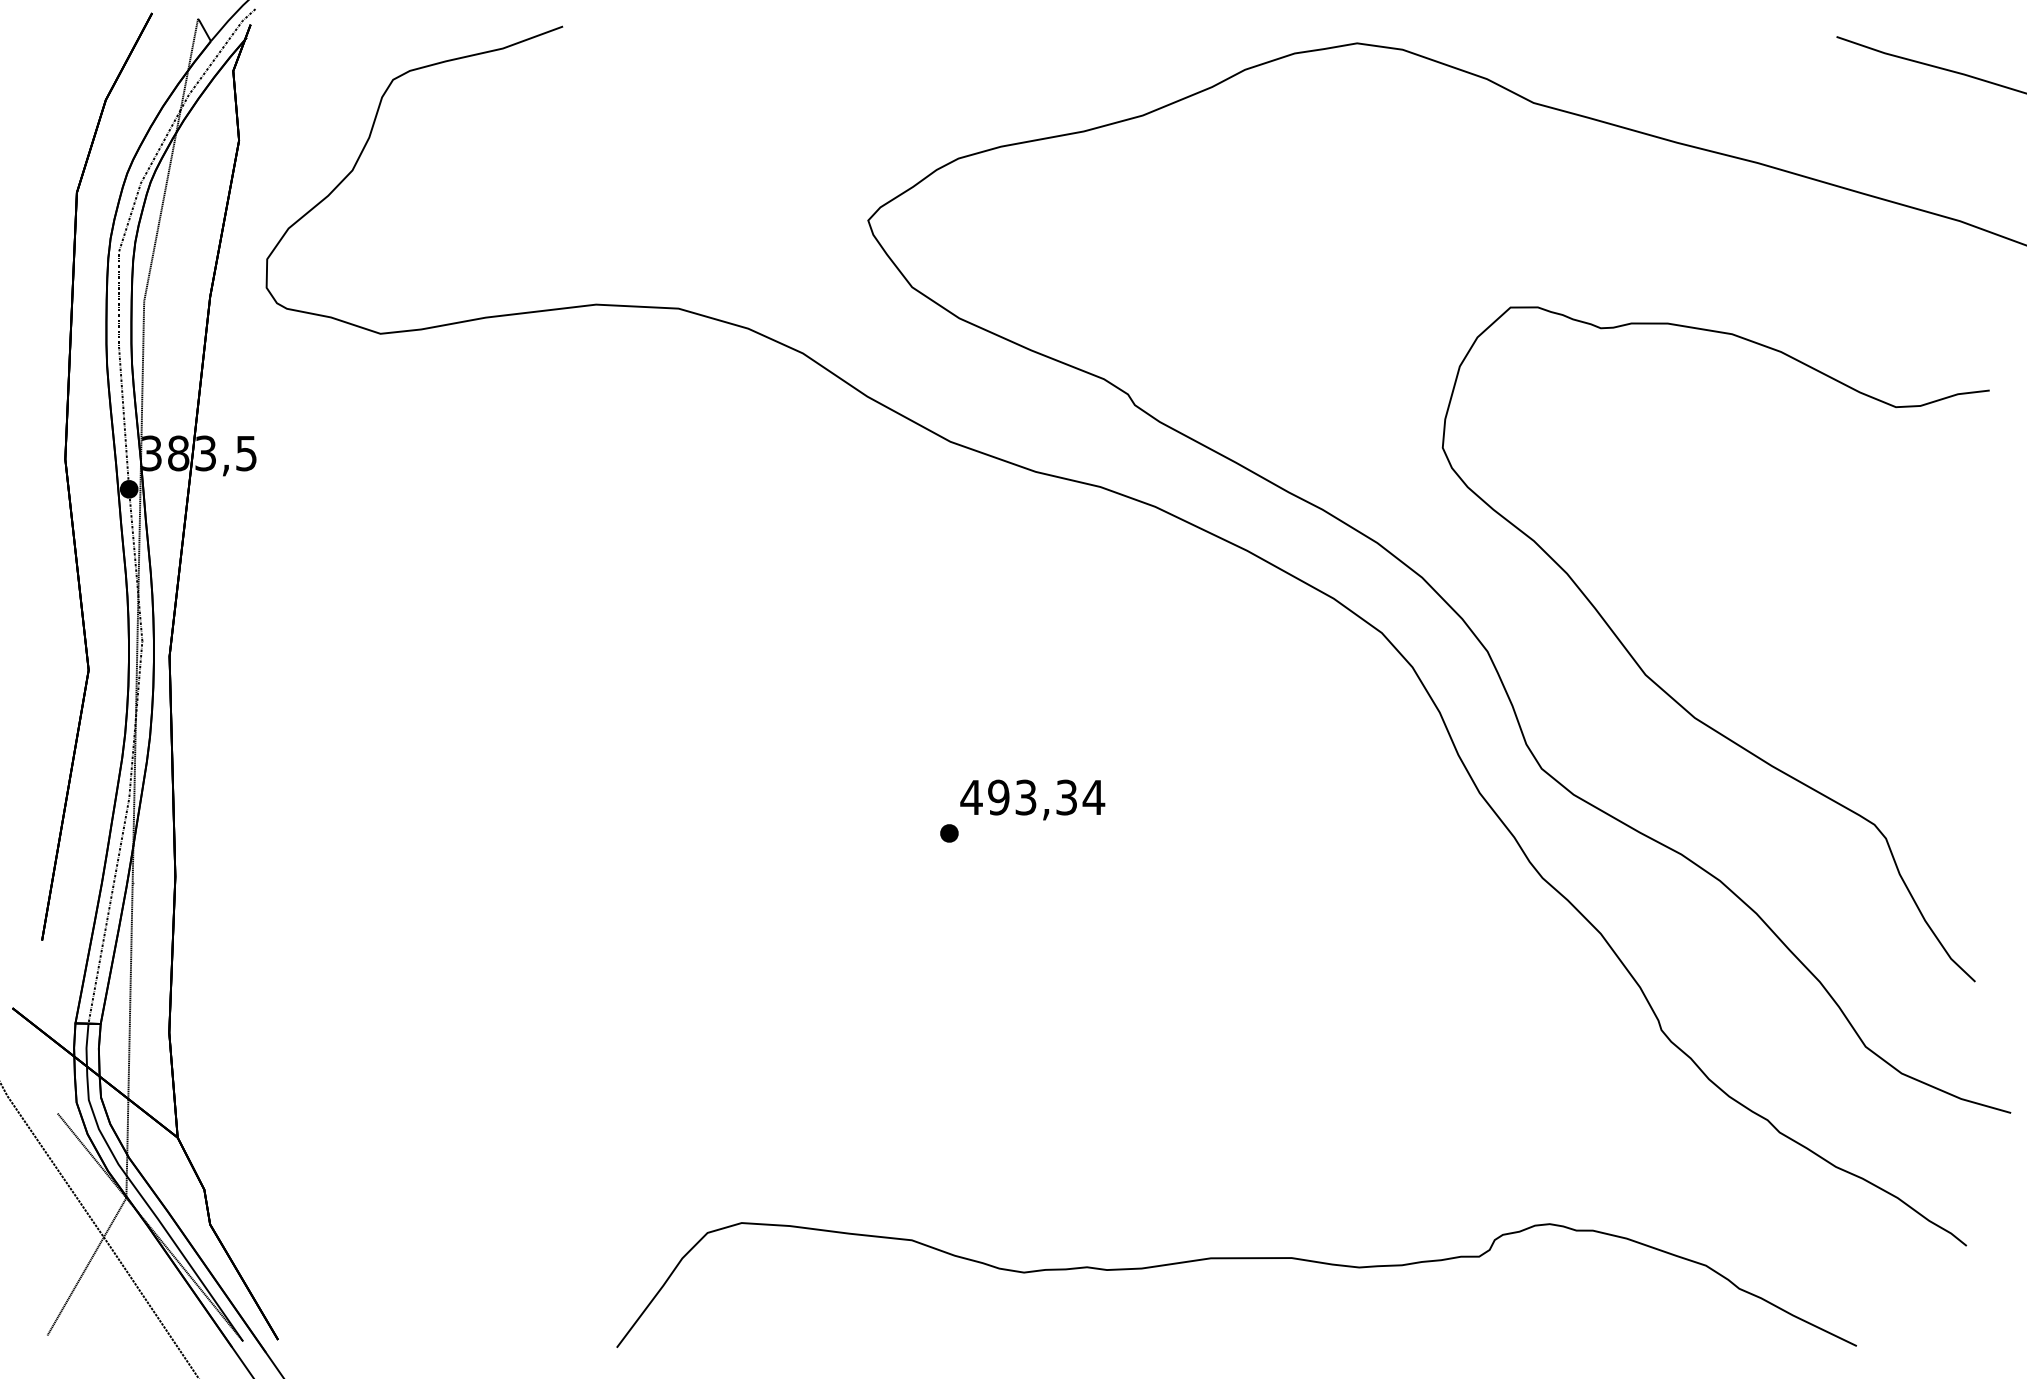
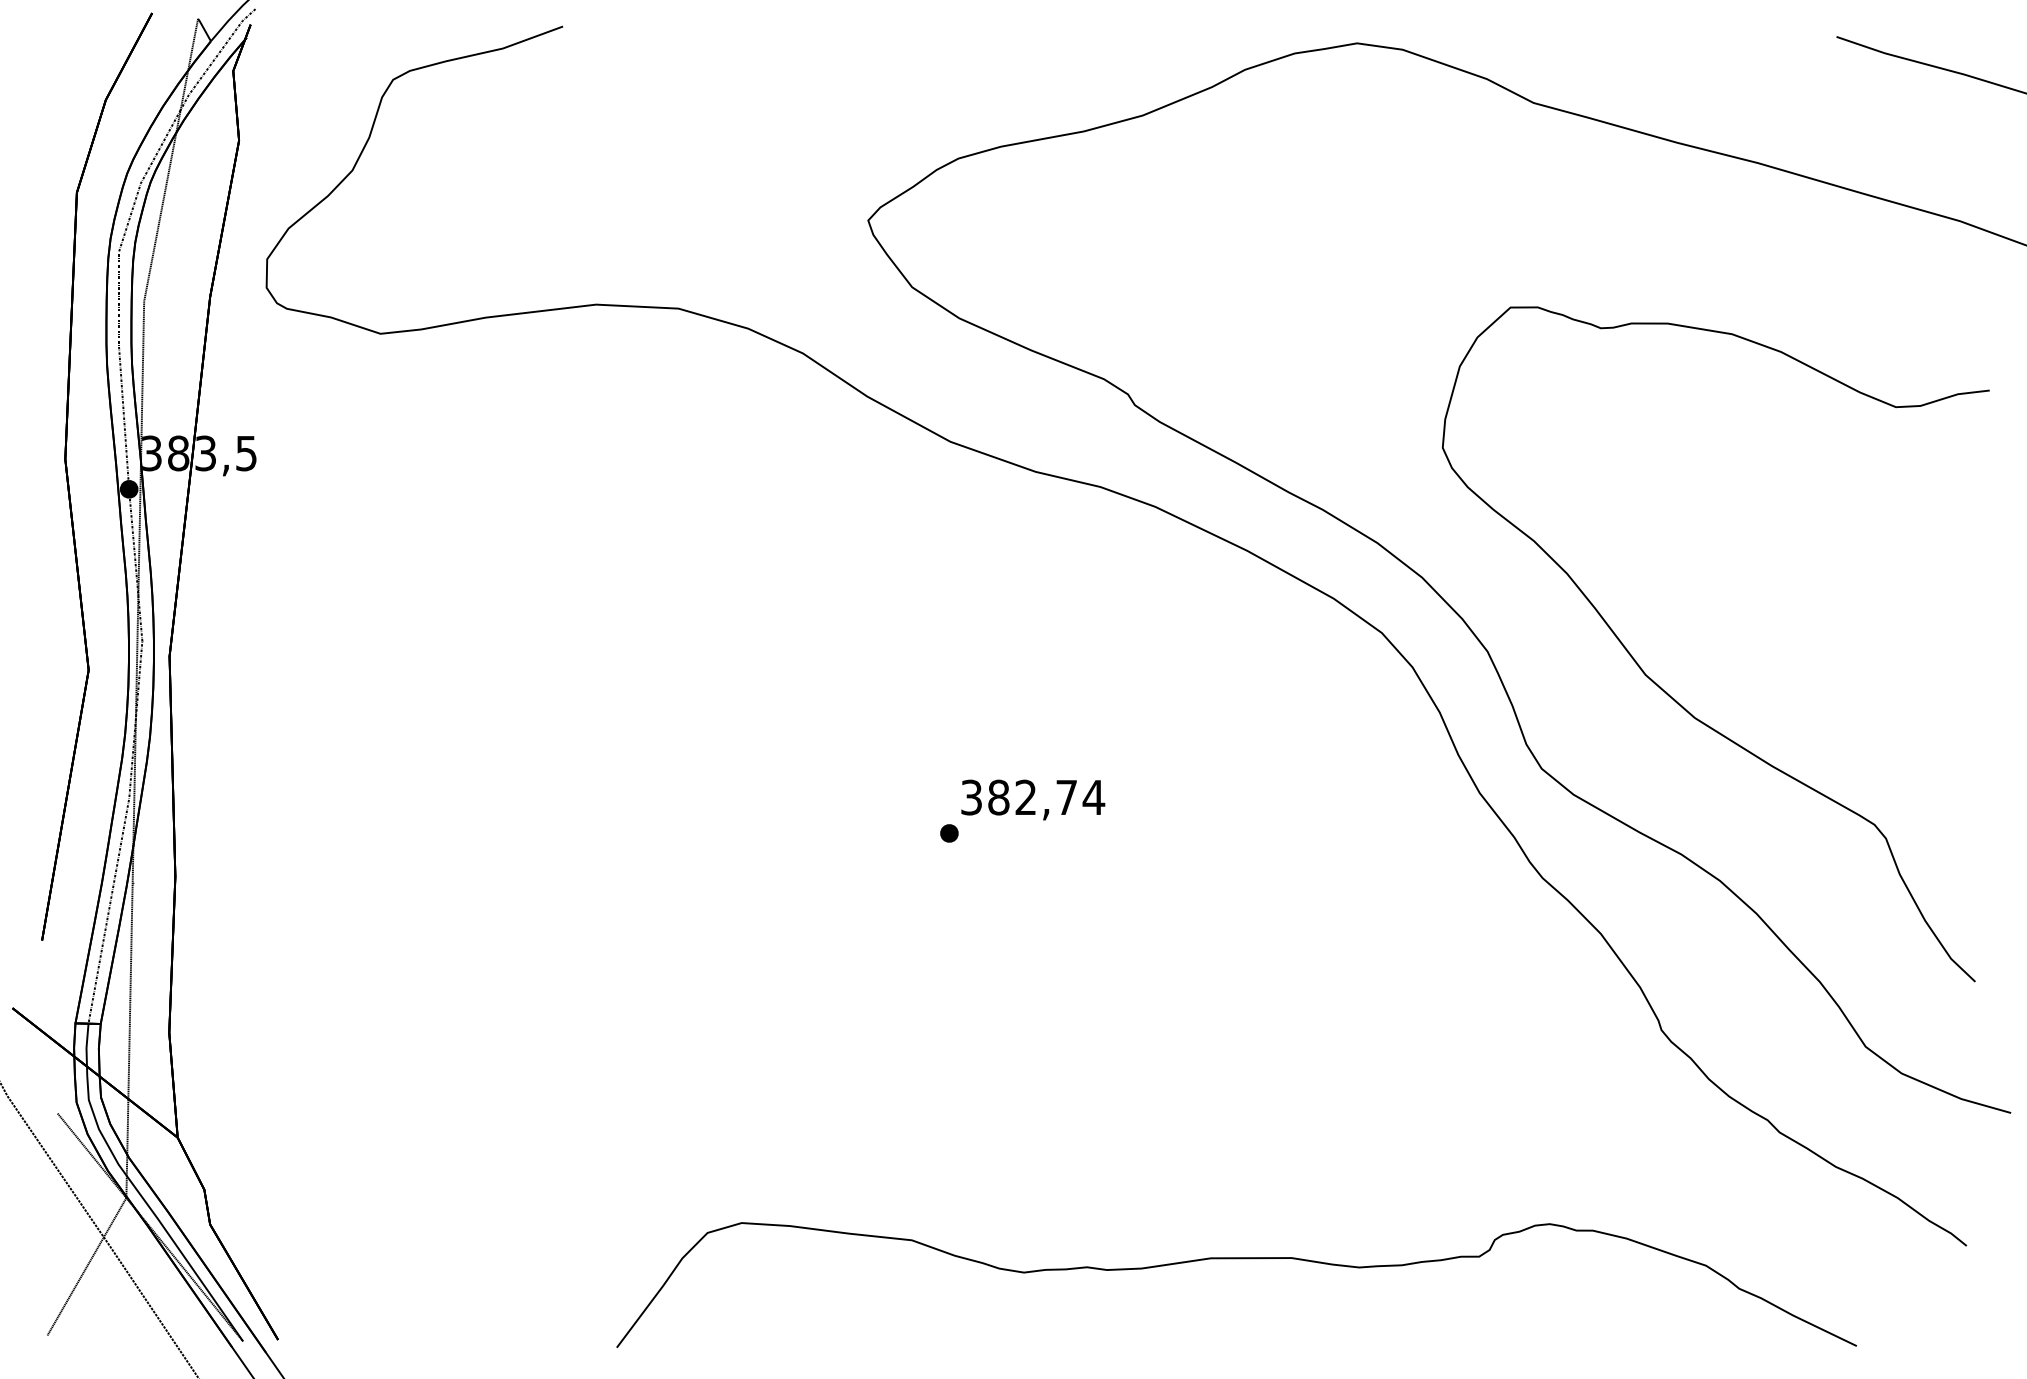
text at (1018, 797): 493,34 -> 382,74
